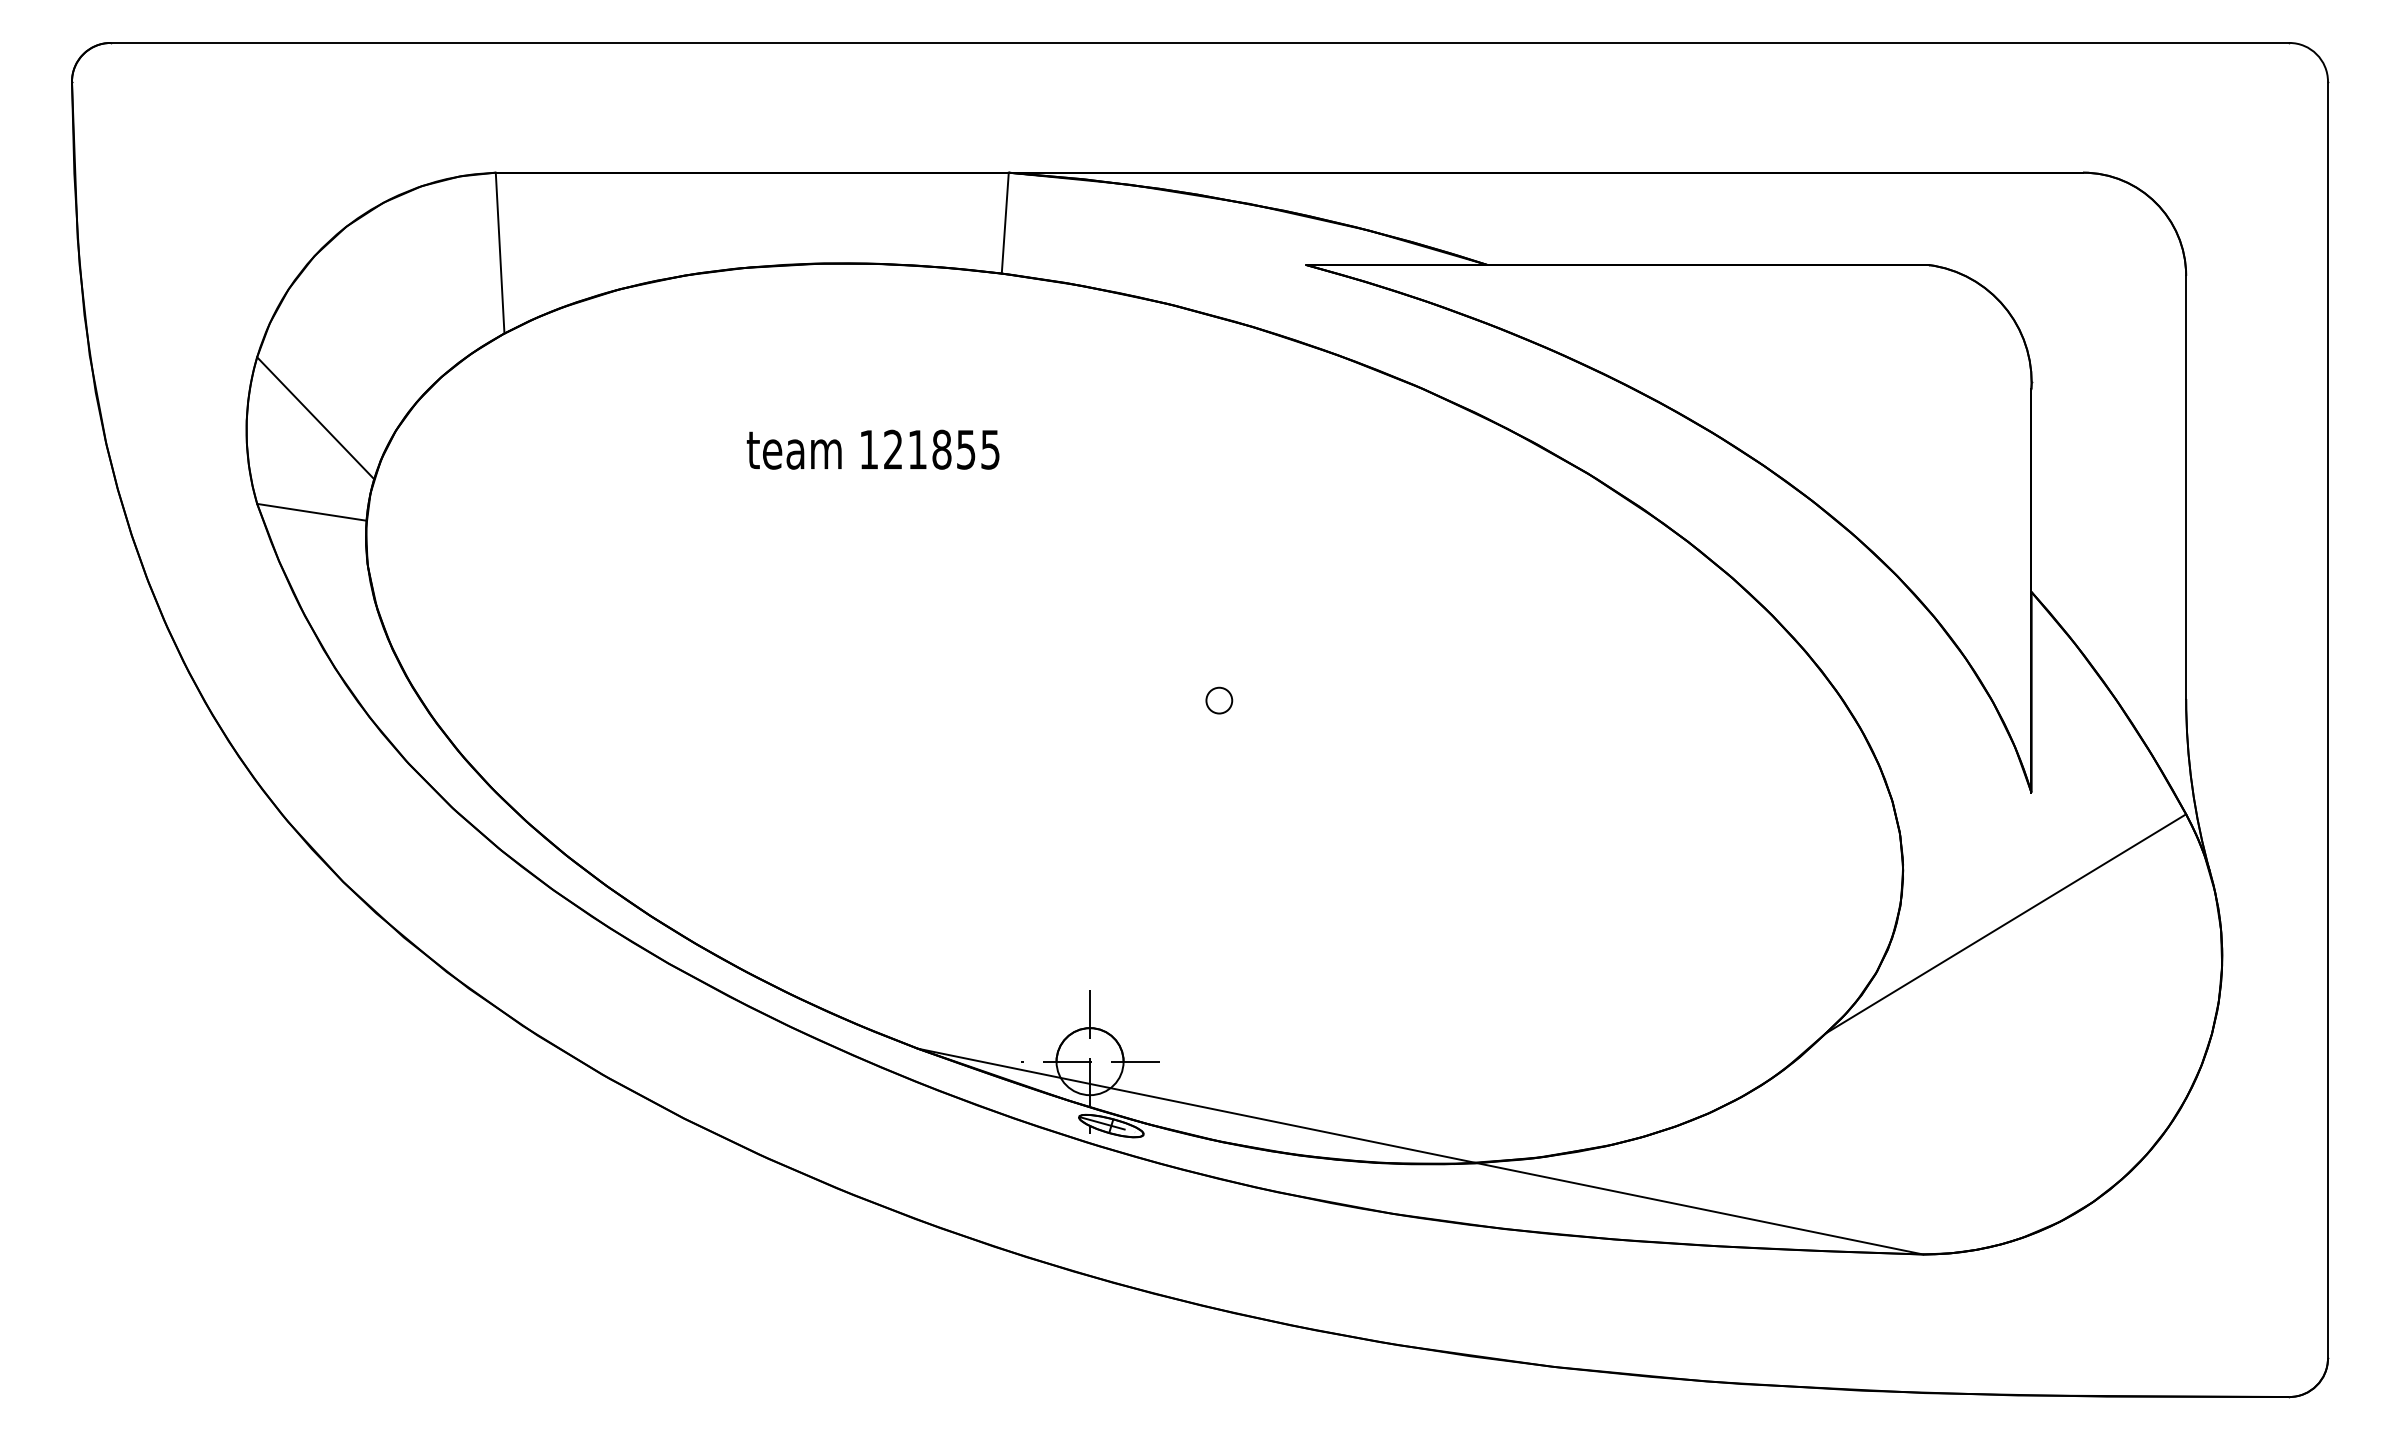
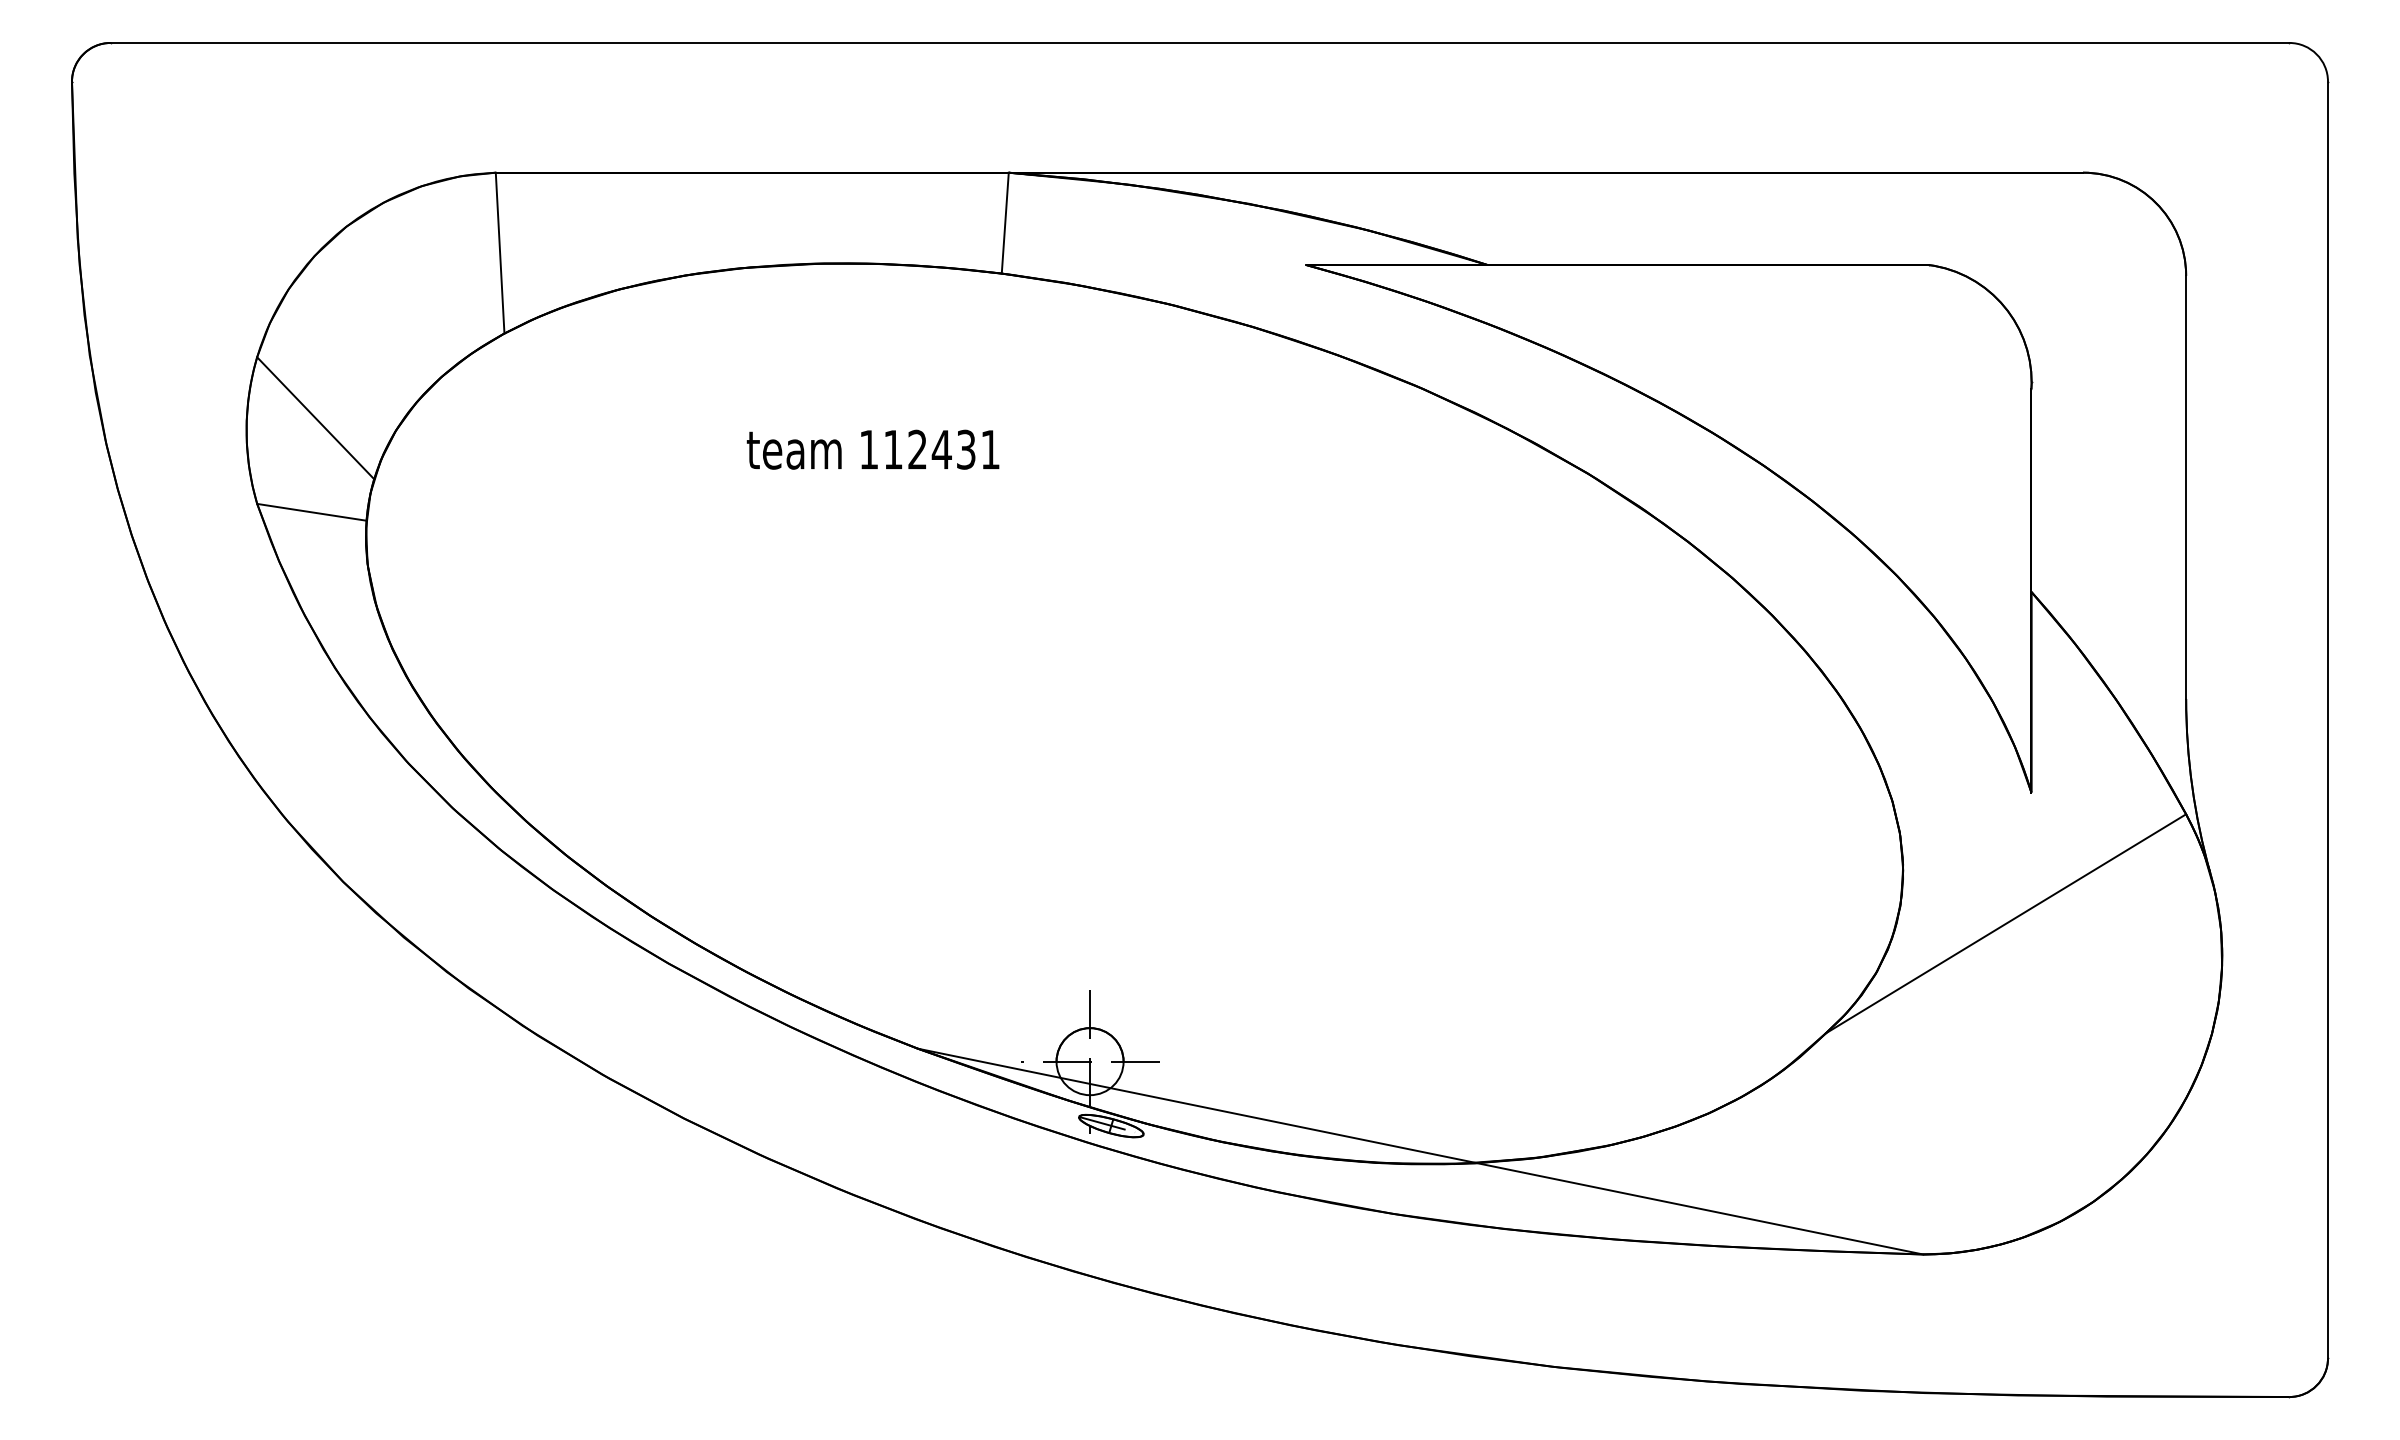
text at (941, 449): 121855 -> 112431
circle at (1219, 700): present -> none
